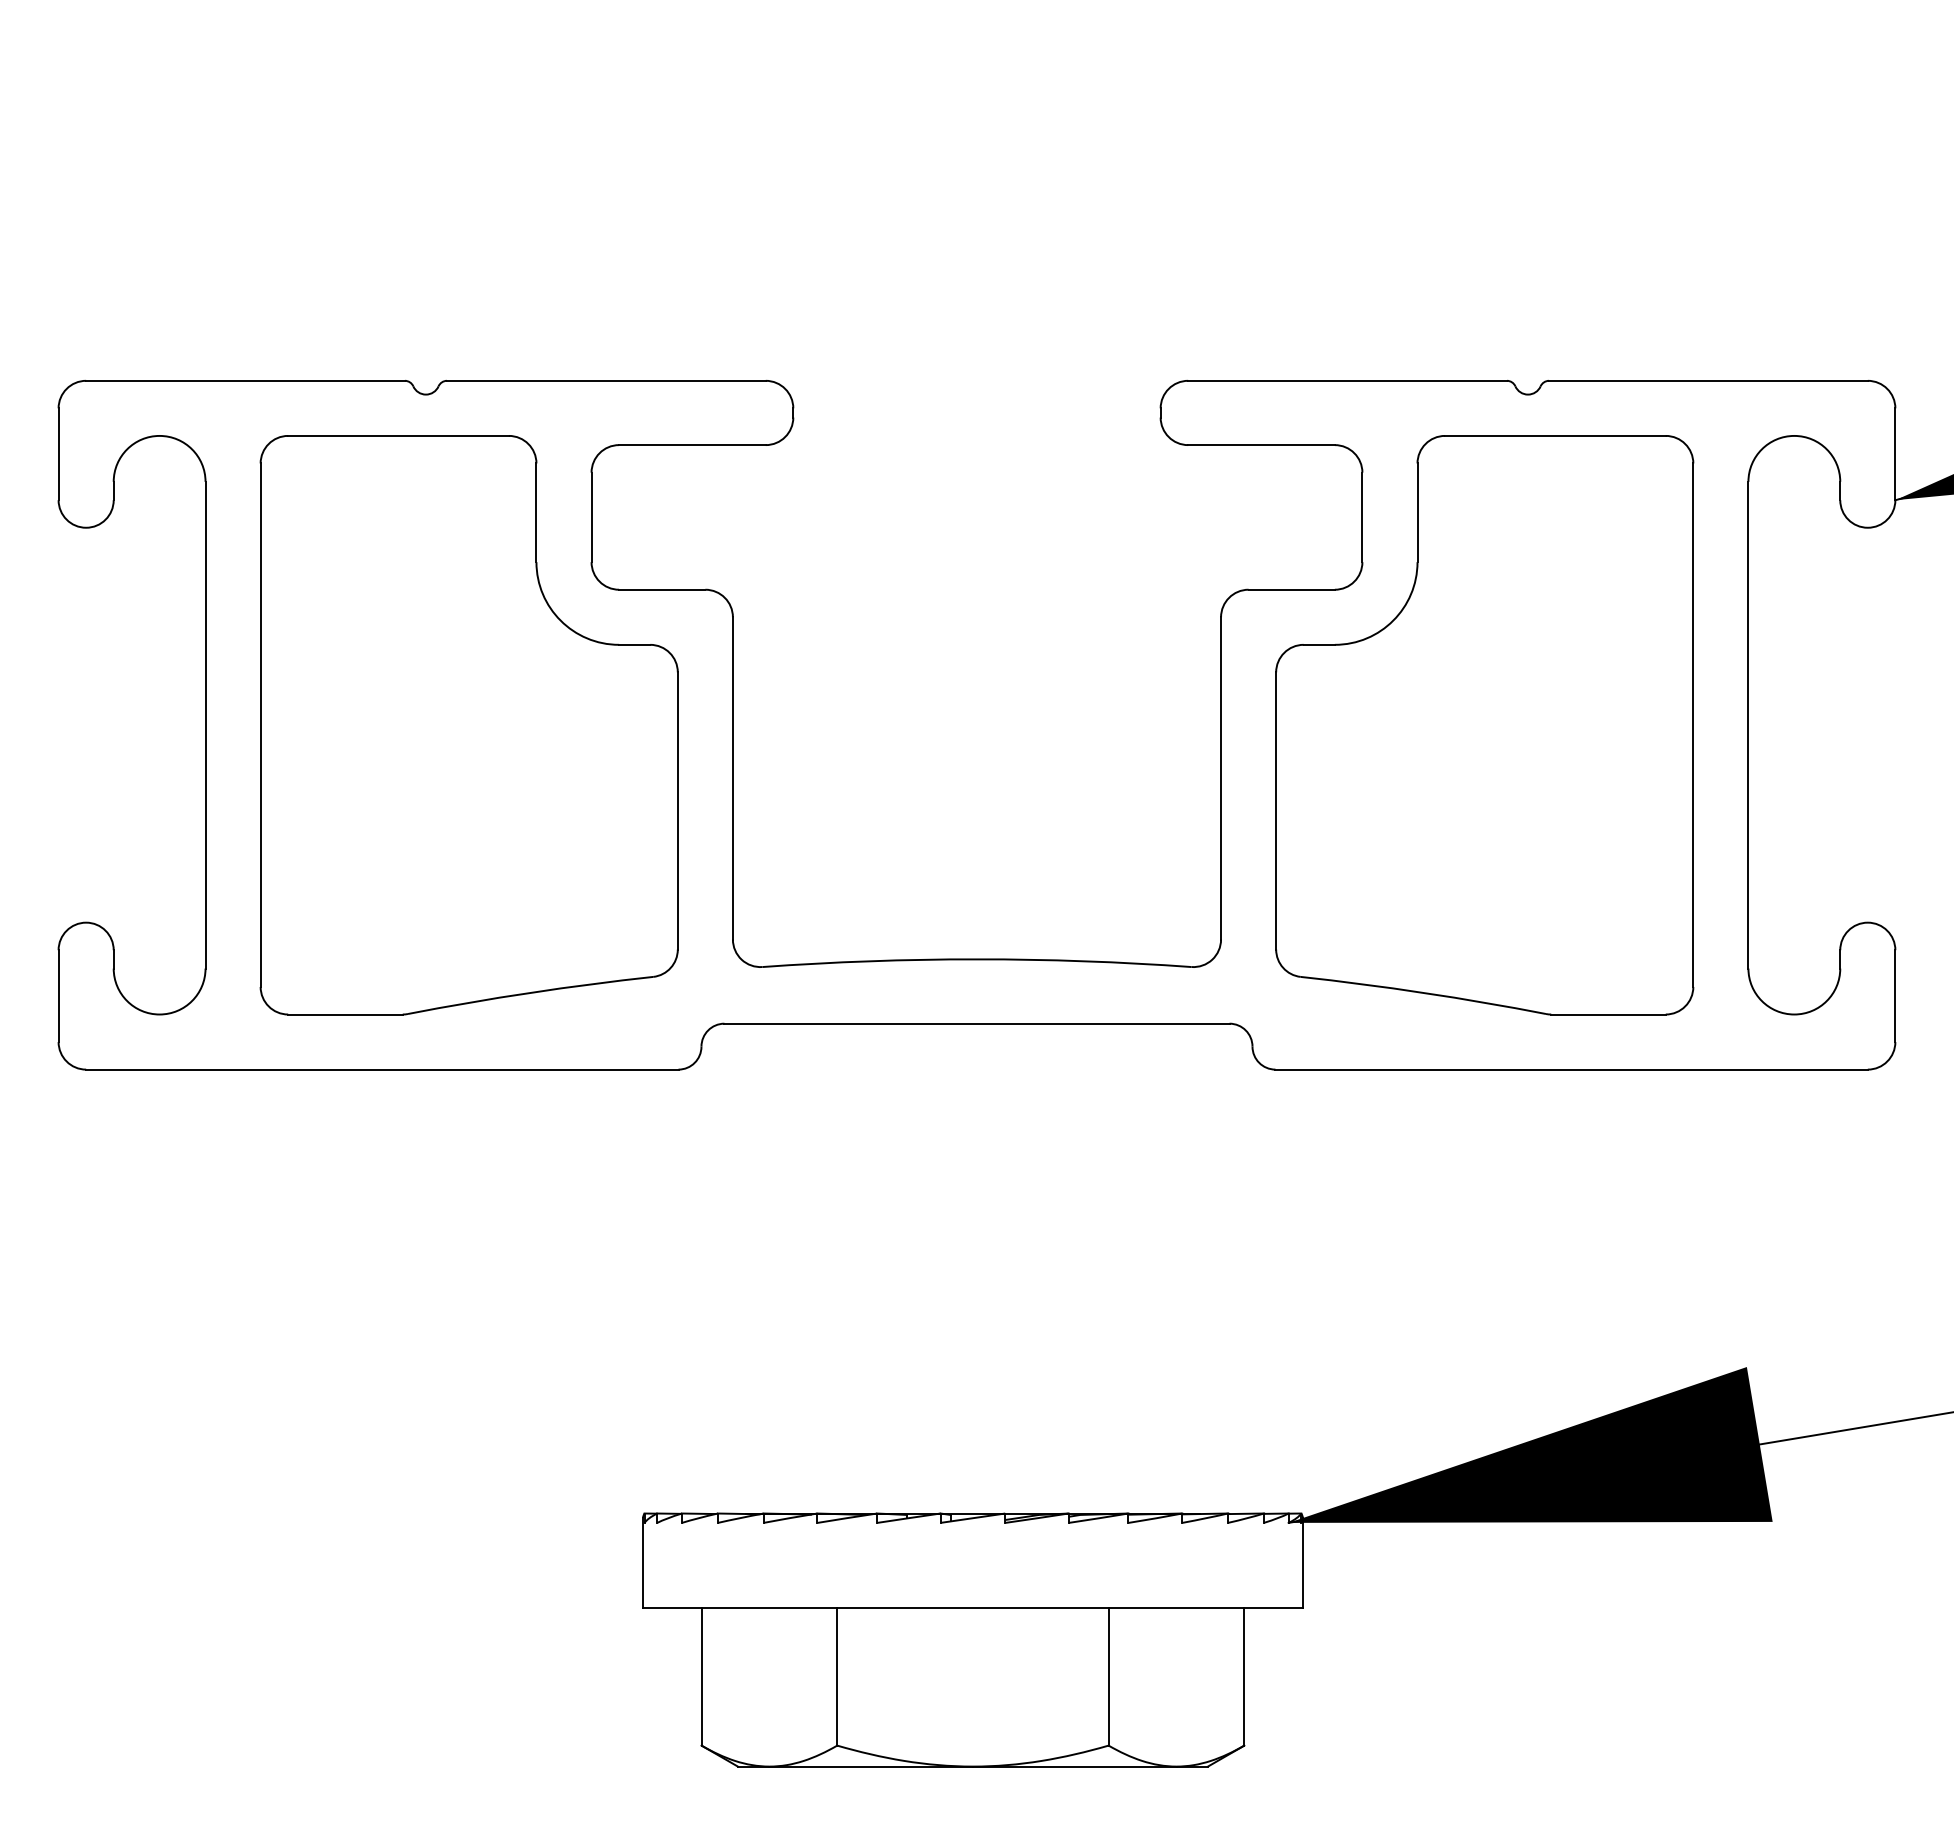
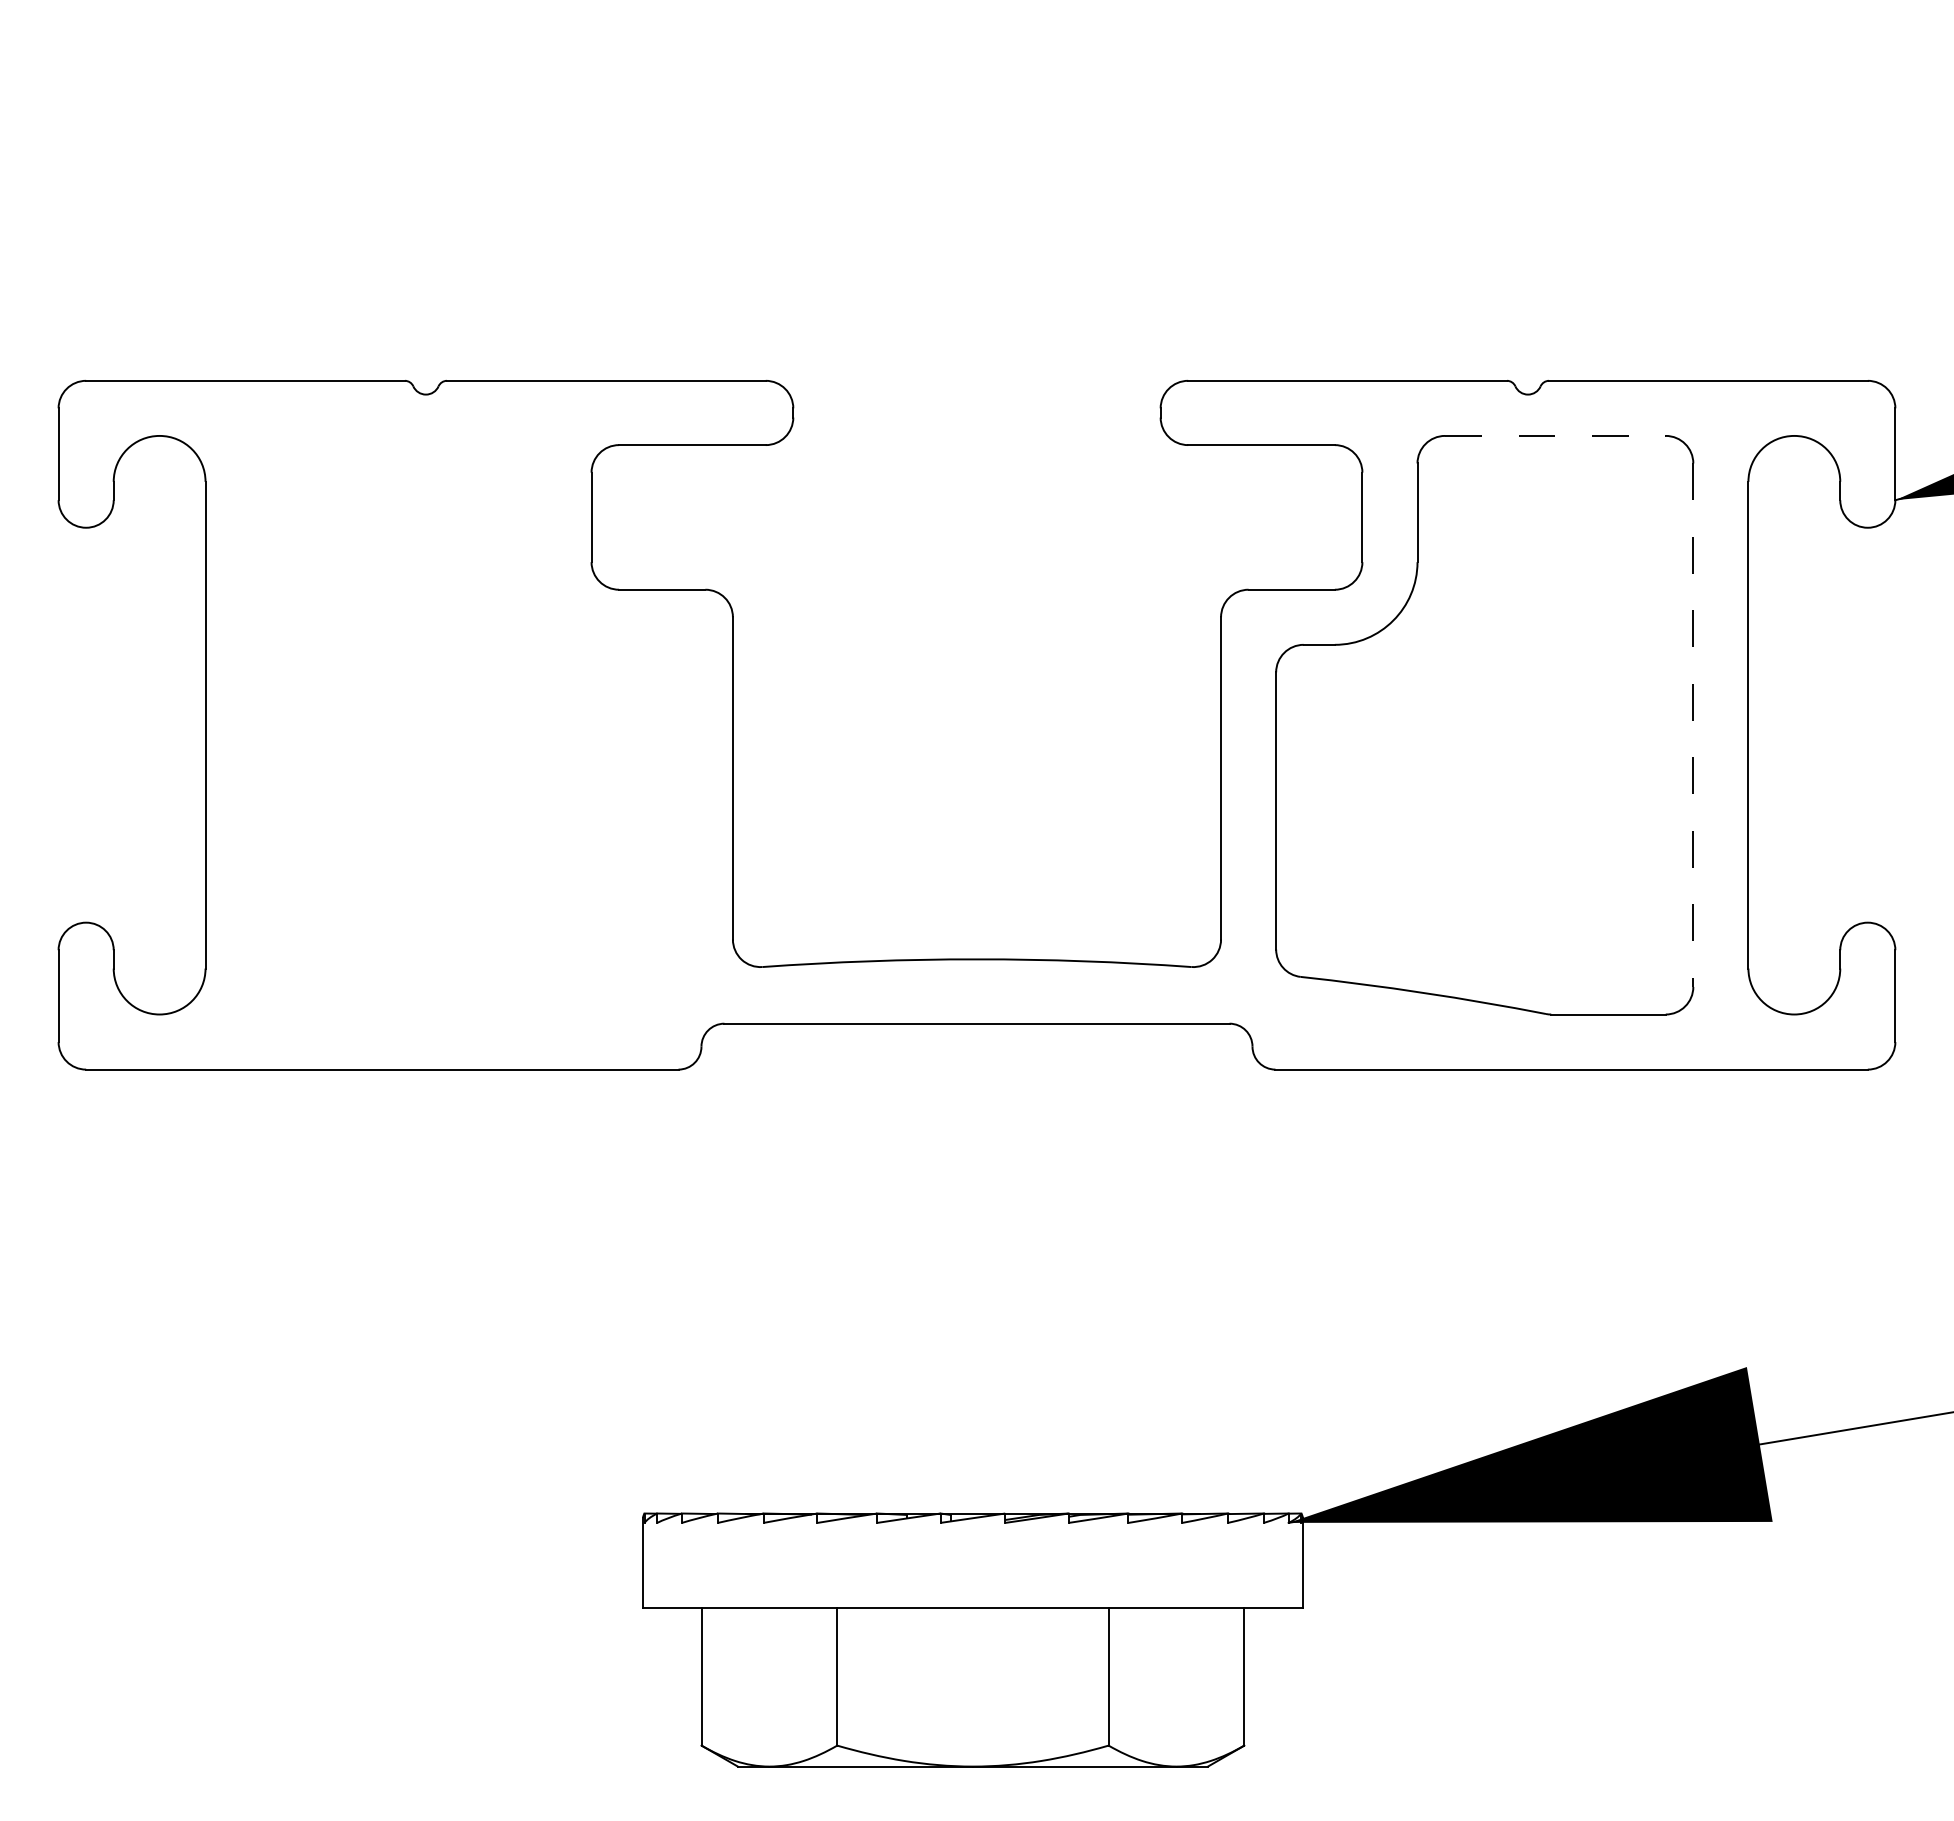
line at (1555, 435): solid -> dashed
part at (468, 725): present -> none
line at (1693, 725): solid -> dashed
